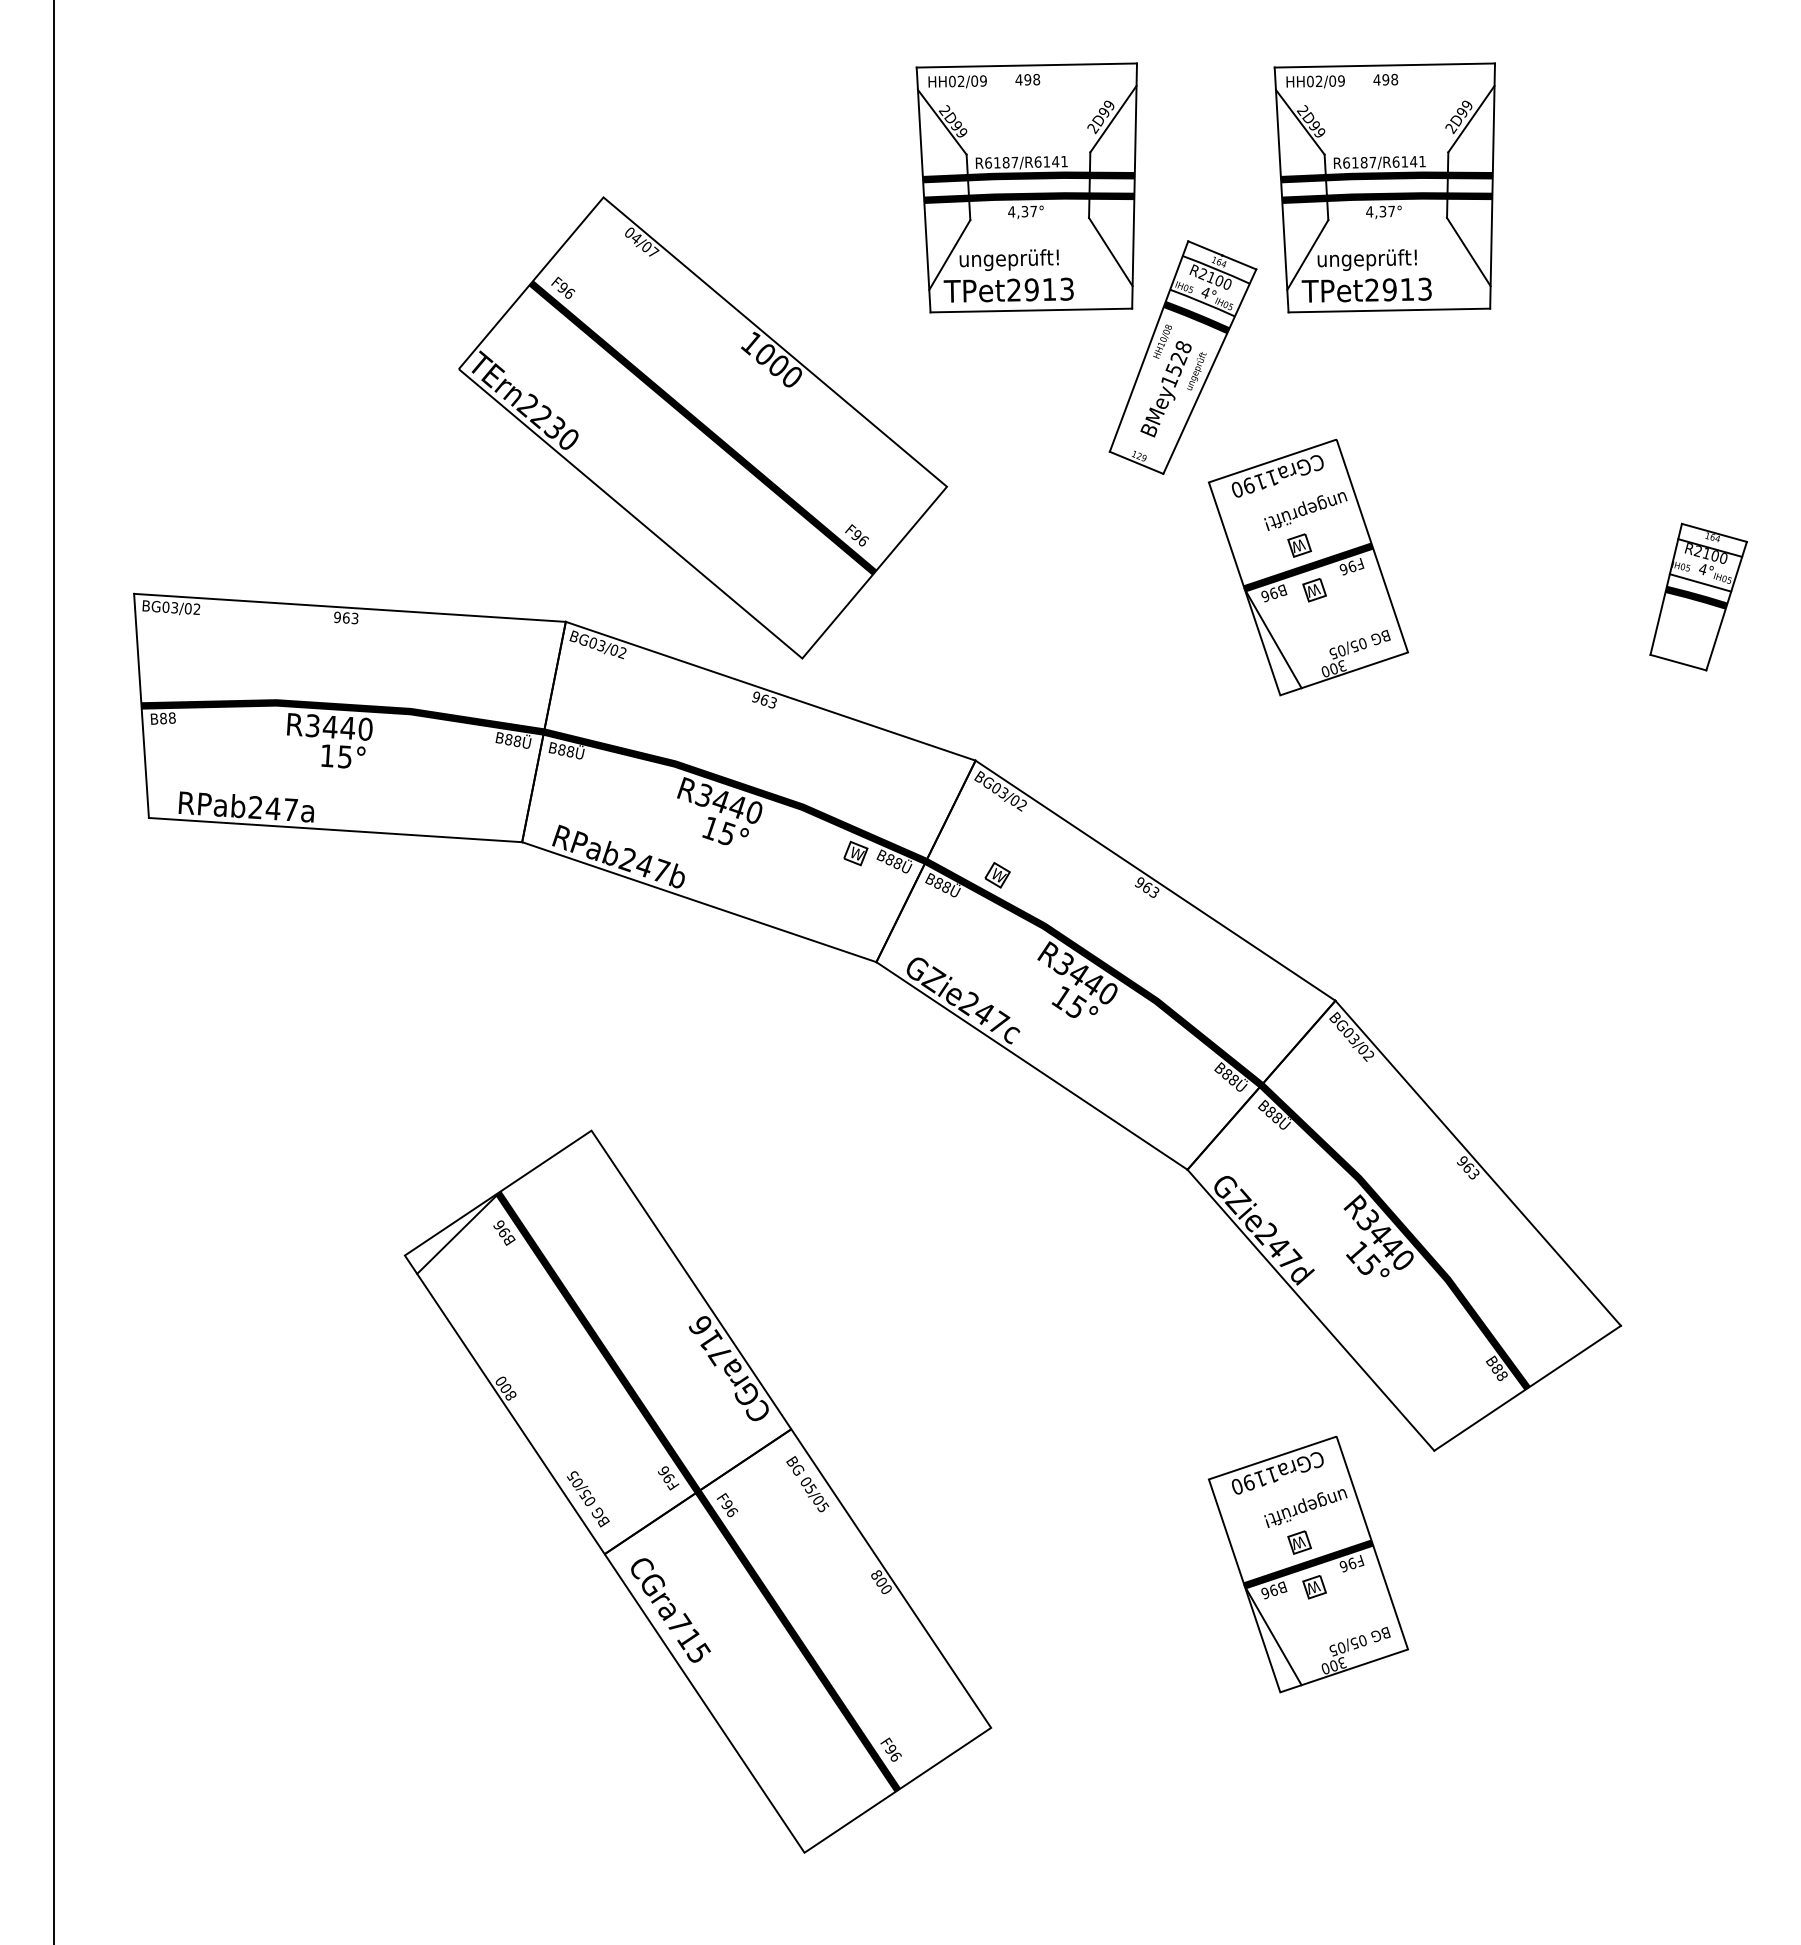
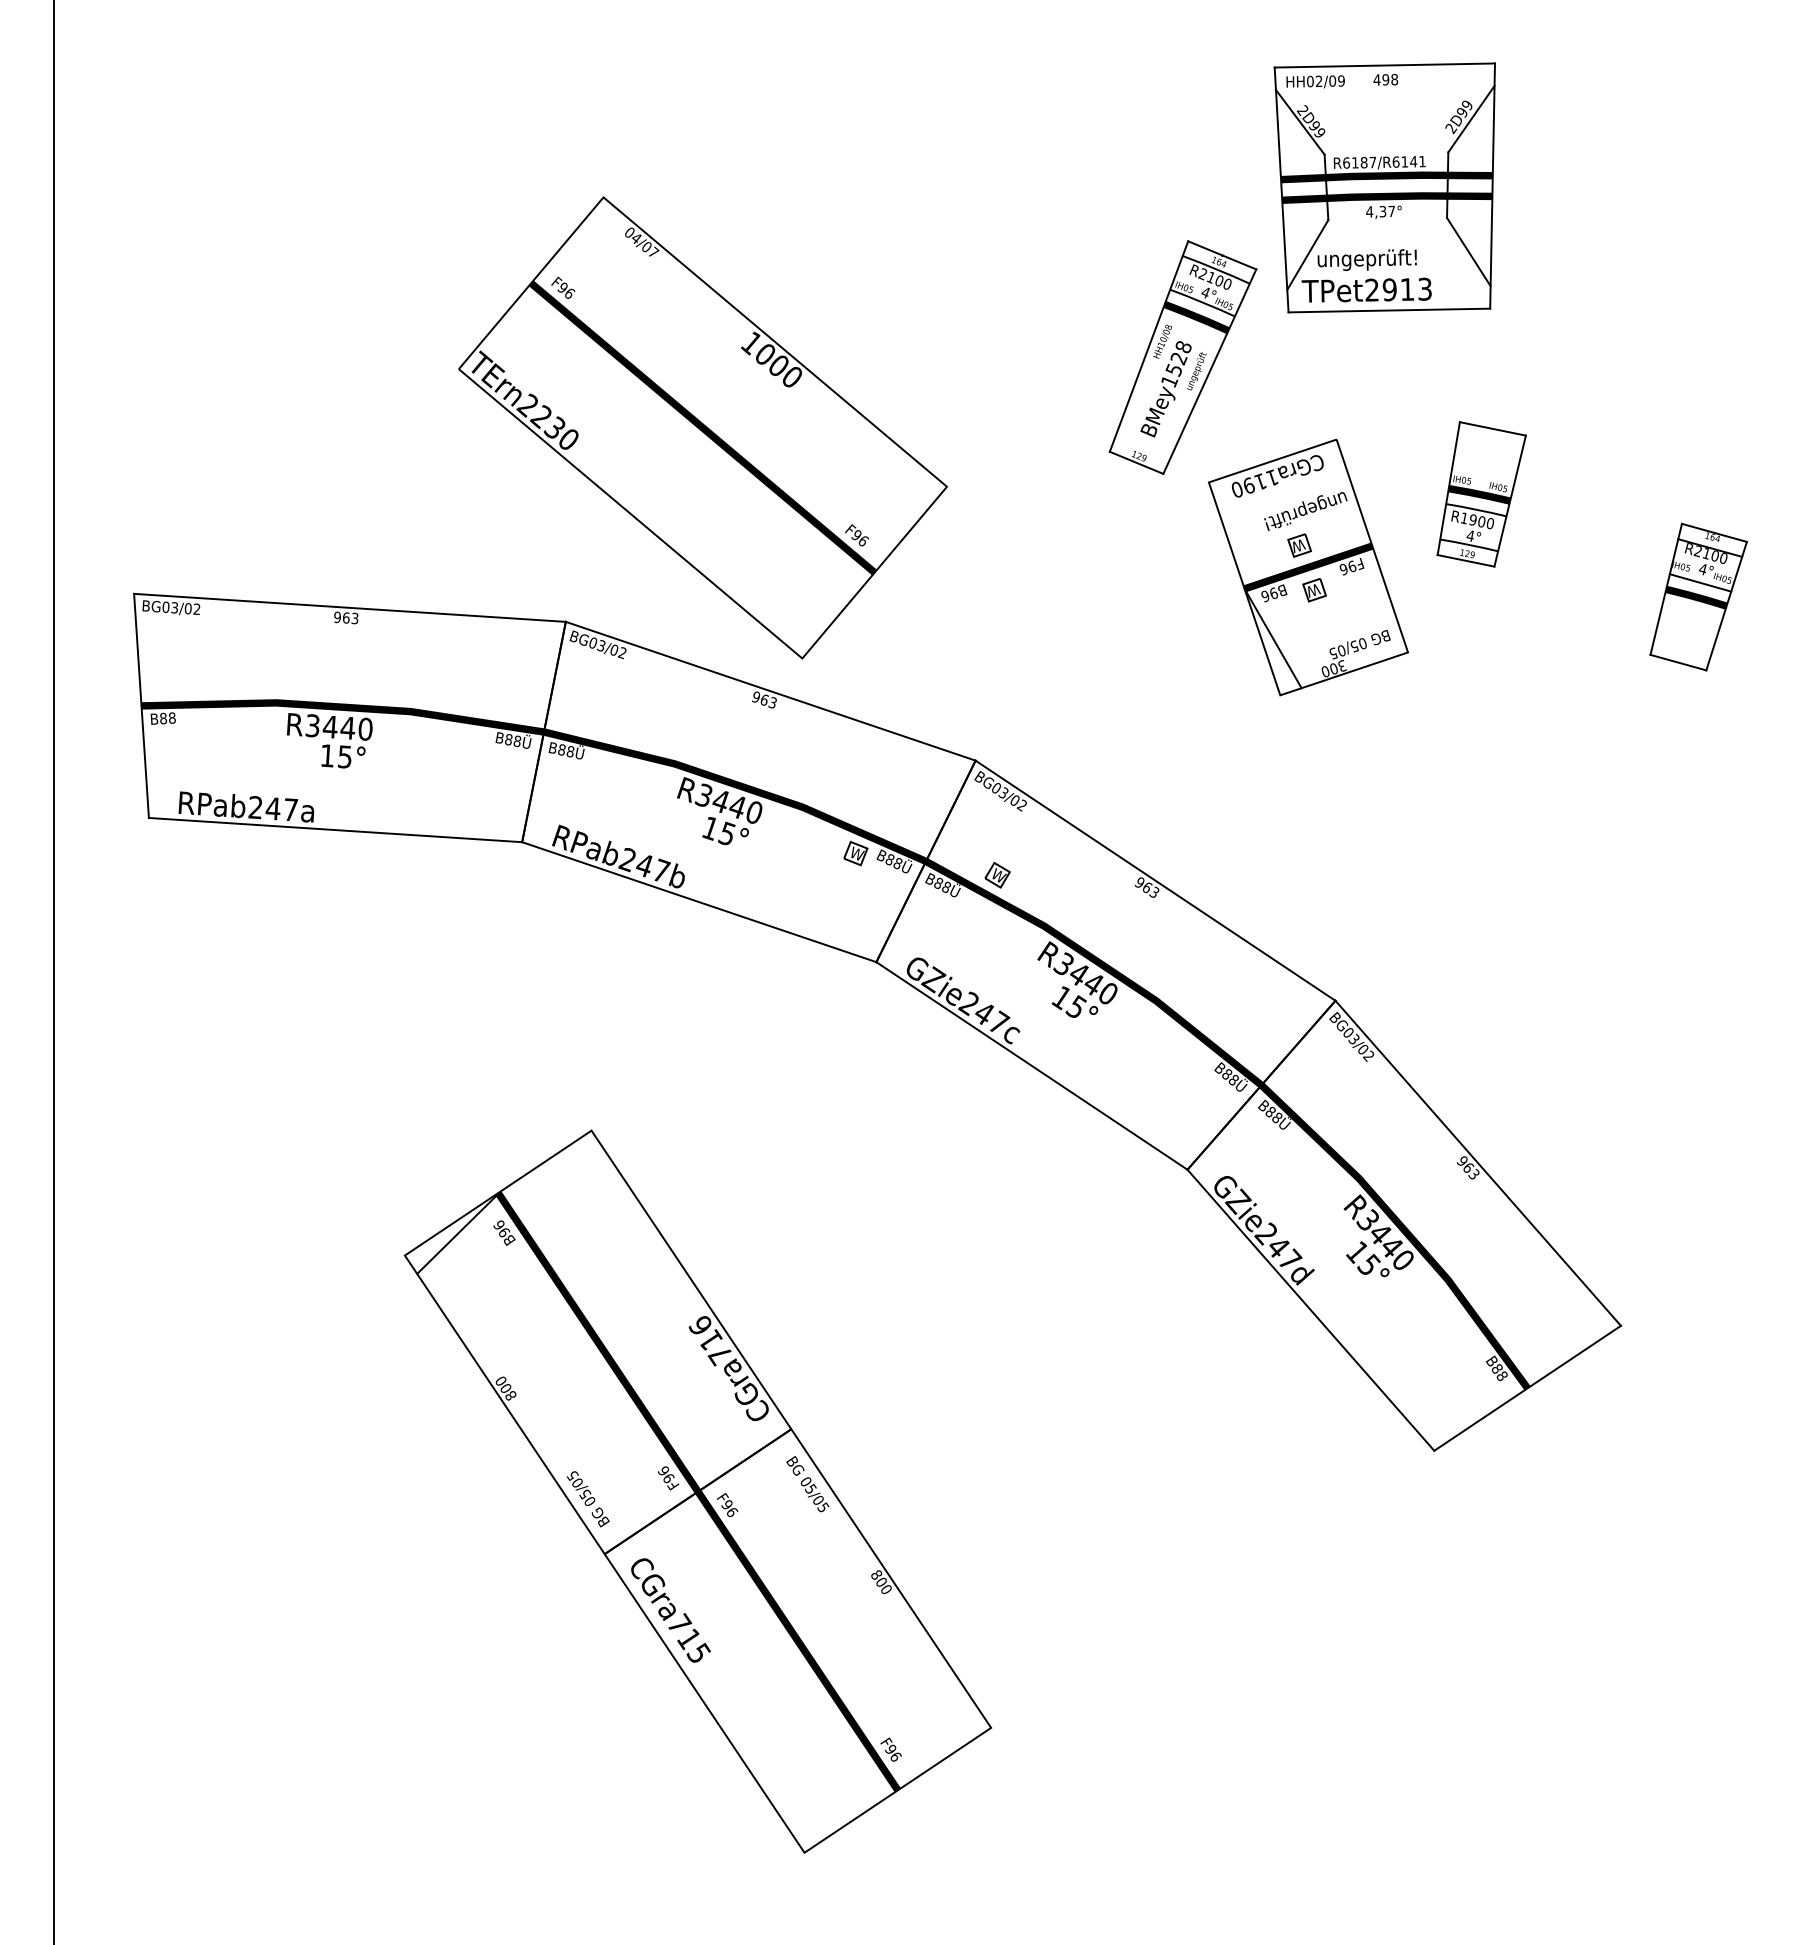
part at (1026, 187): present -> none
part at (1481, 494): none -> present
part at (1308, 1564): present -> none
